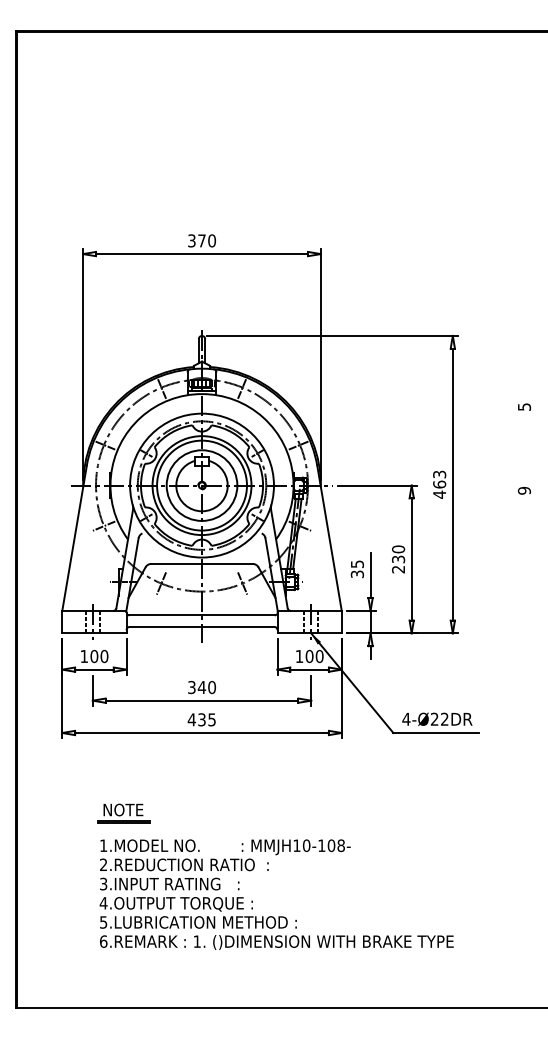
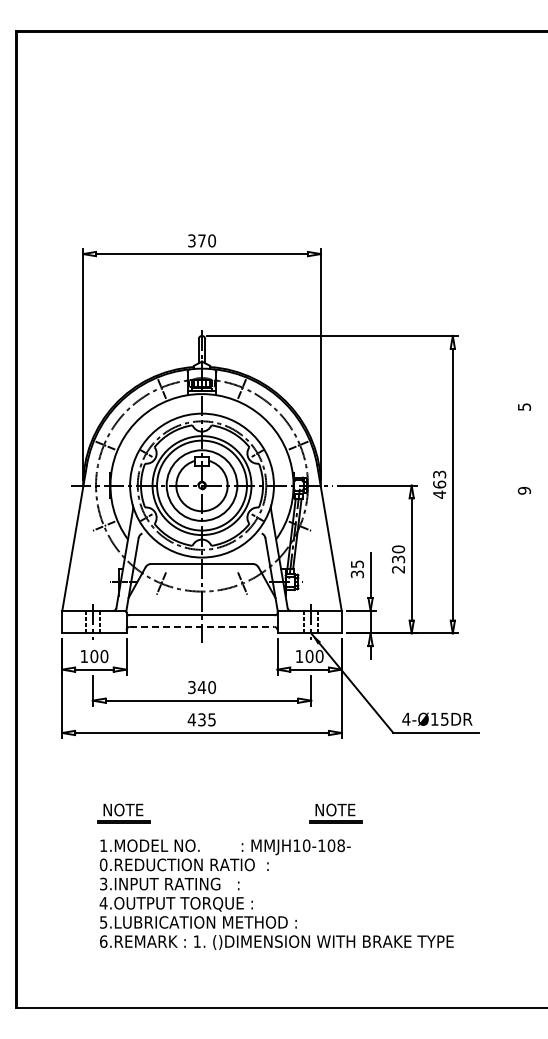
line at (202, 626): solid -> dashed
text at (439, 718): 4-Ø22DR -> 4-Ø15DR
part at (335, 813): none -> present
text at (103, 864): 2.REDUCTION -> 0.REDUCTION
